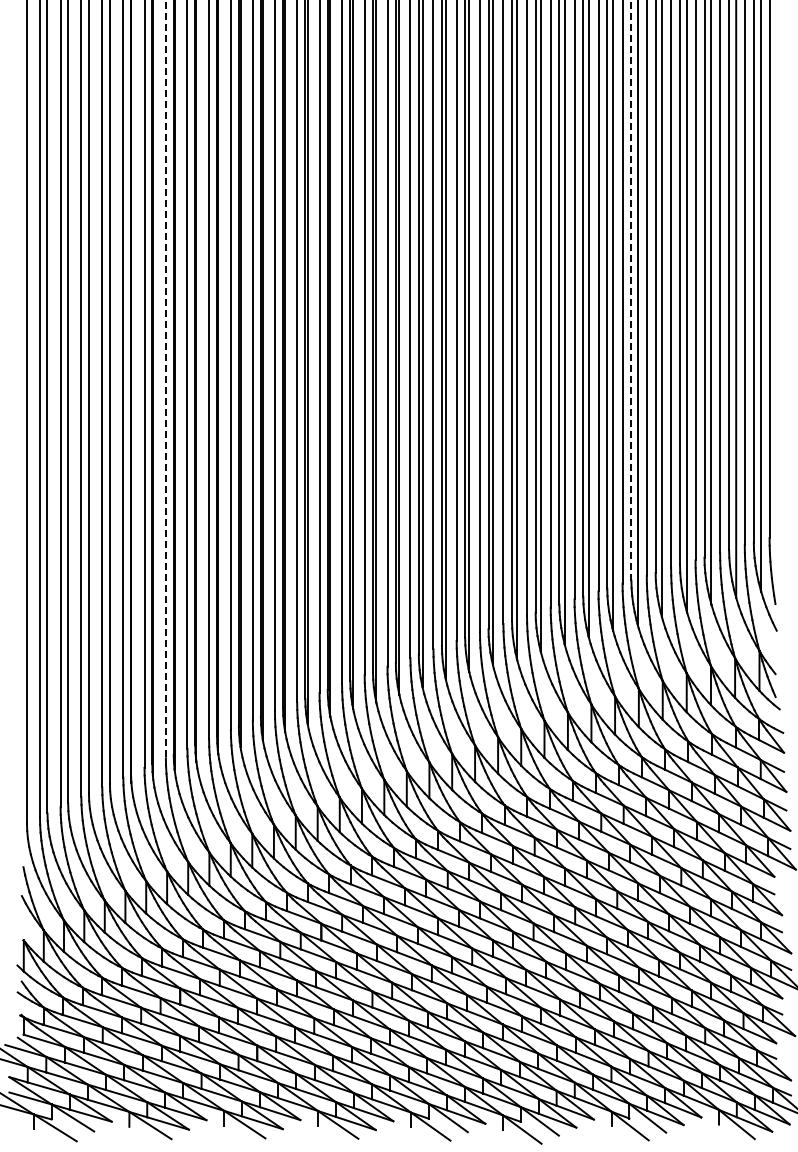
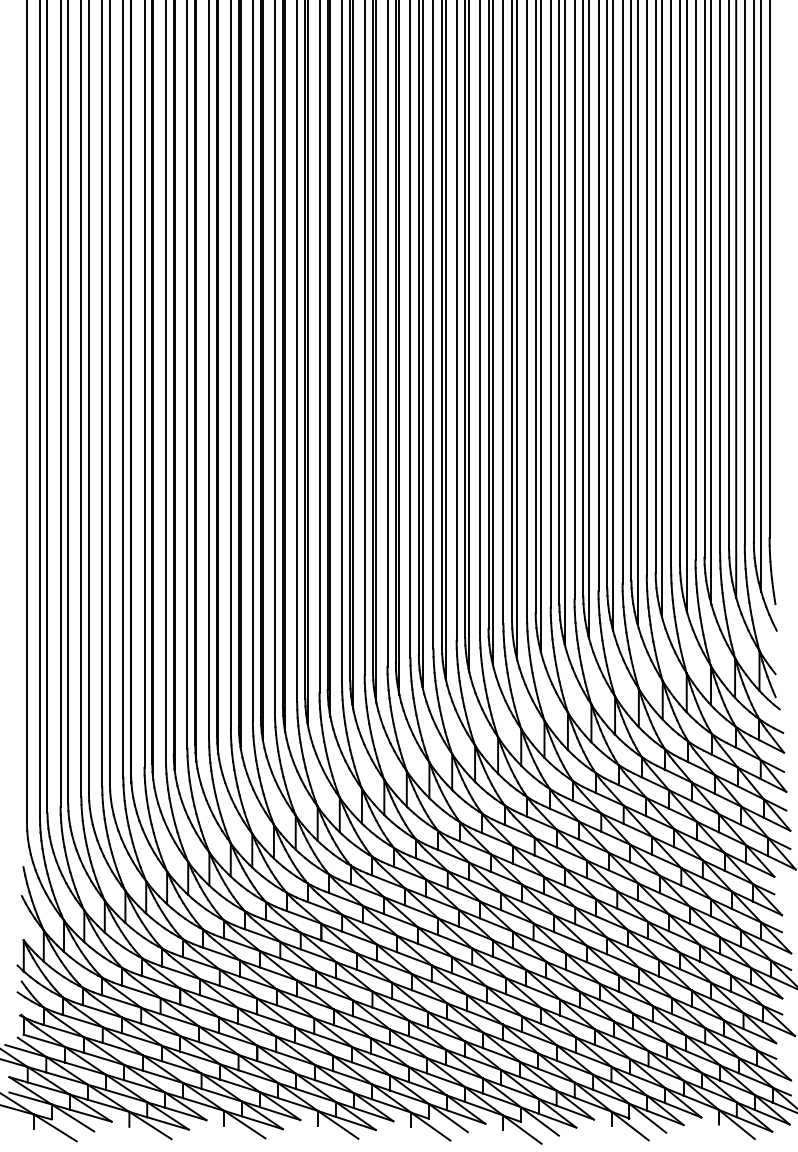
line at (631, 290): dashed -> solid
line at (165, 379): dashed -> solid
